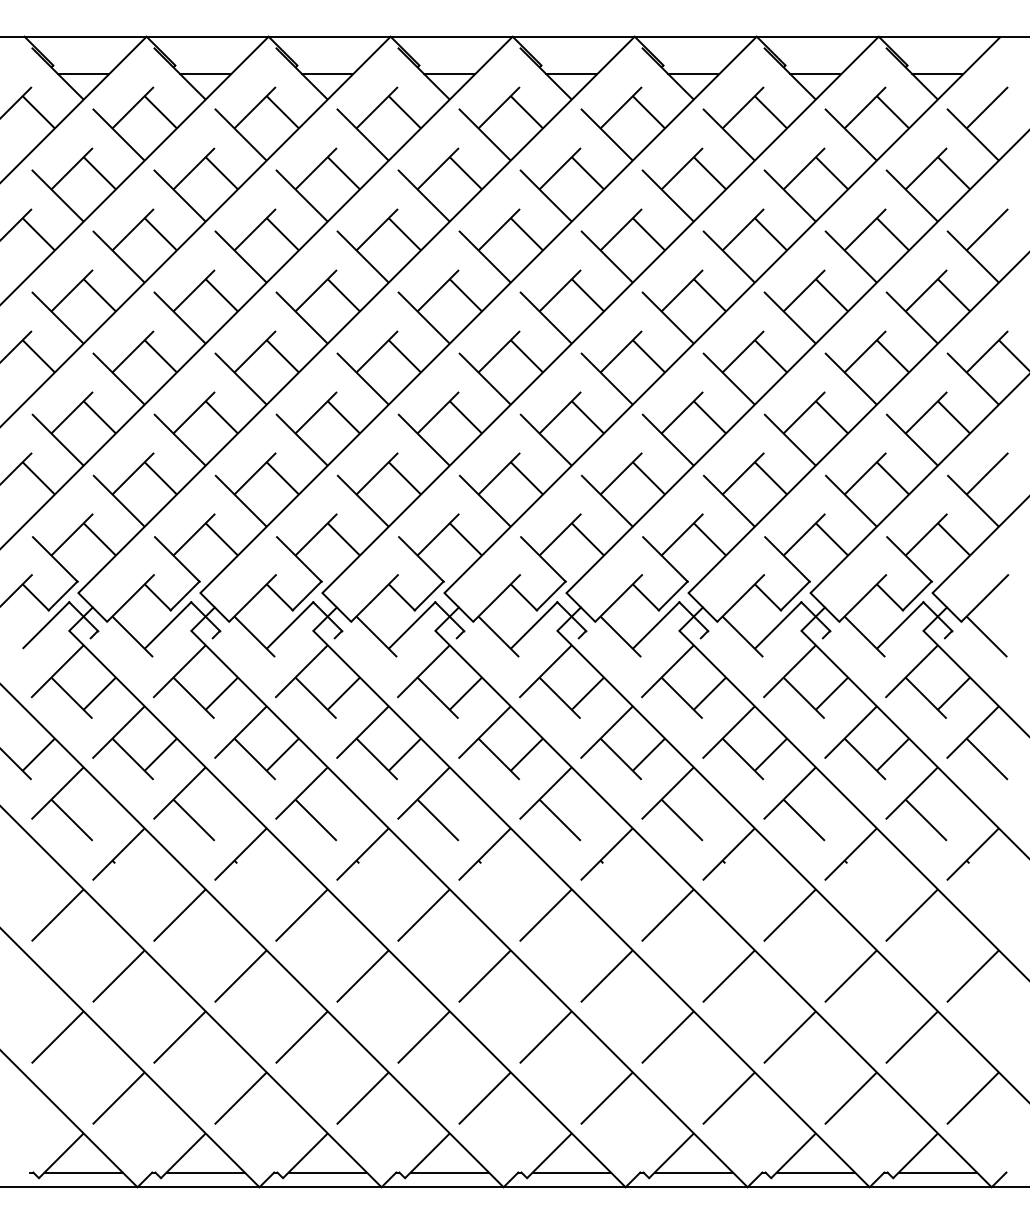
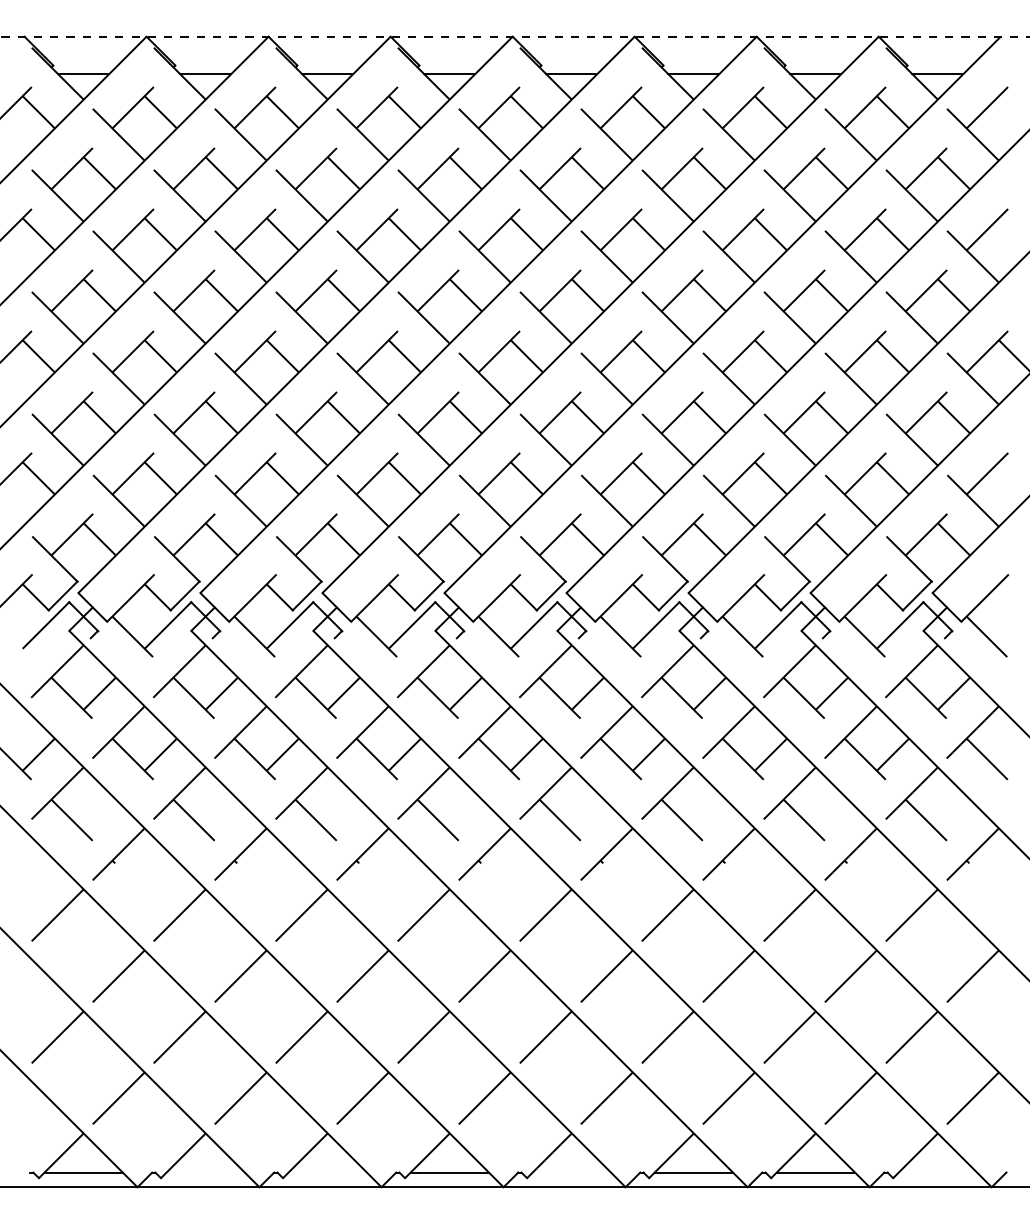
line at (514, 36): solid -> dashed
line at (205, 1172): present -> none
line at (327, 1172): present -> none
line at (571, 1172): present -> none
line at (937, 1172): present -> none
